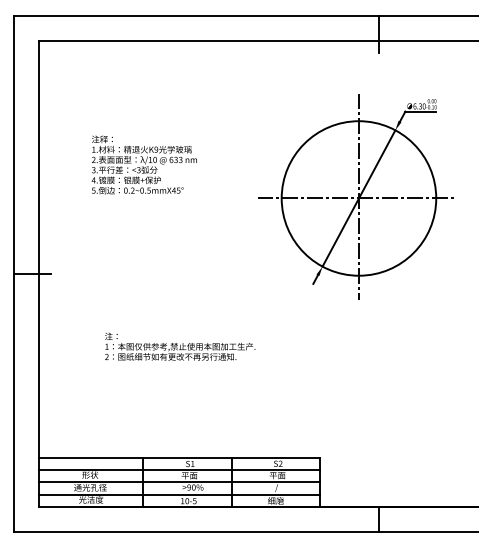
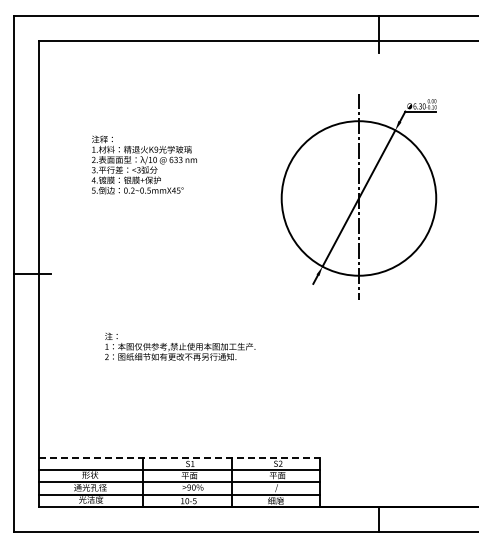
line at (357, 198): present -> none
line at (179, 457): solid -> dashed
